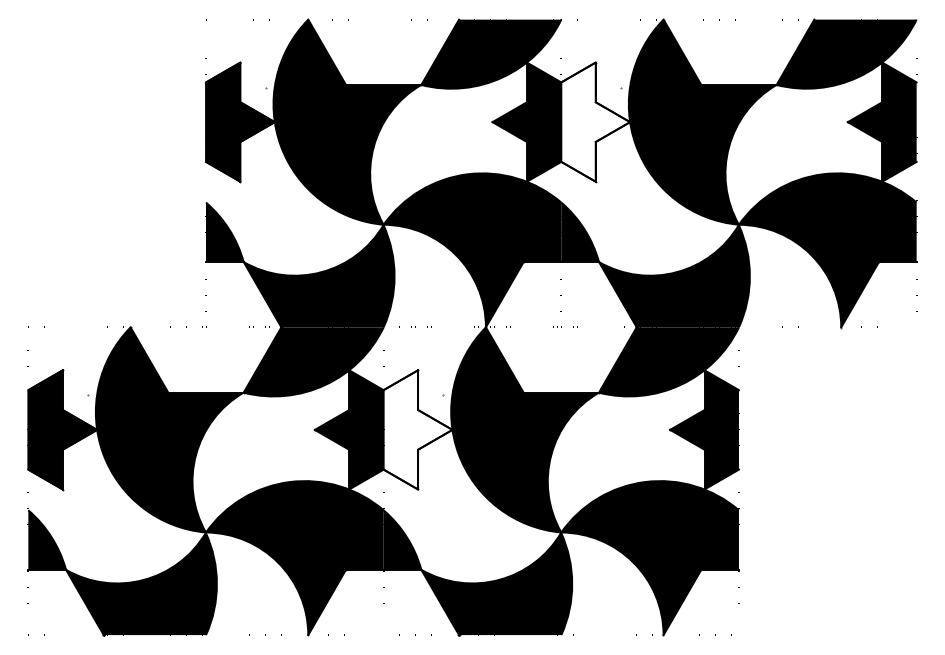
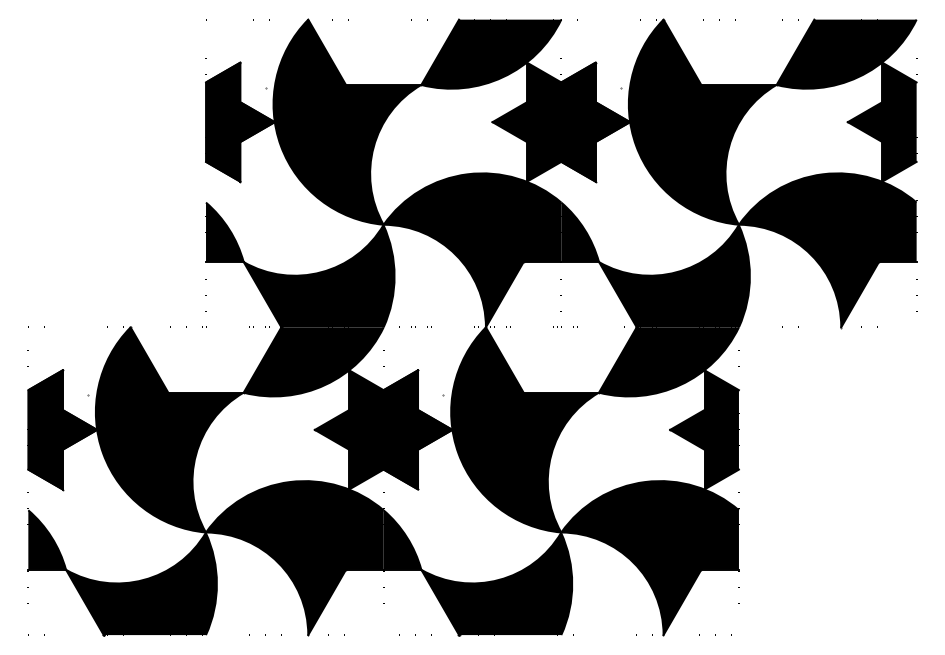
fill at (595, 121): none -> present
fill at (417, 429): none -> present
